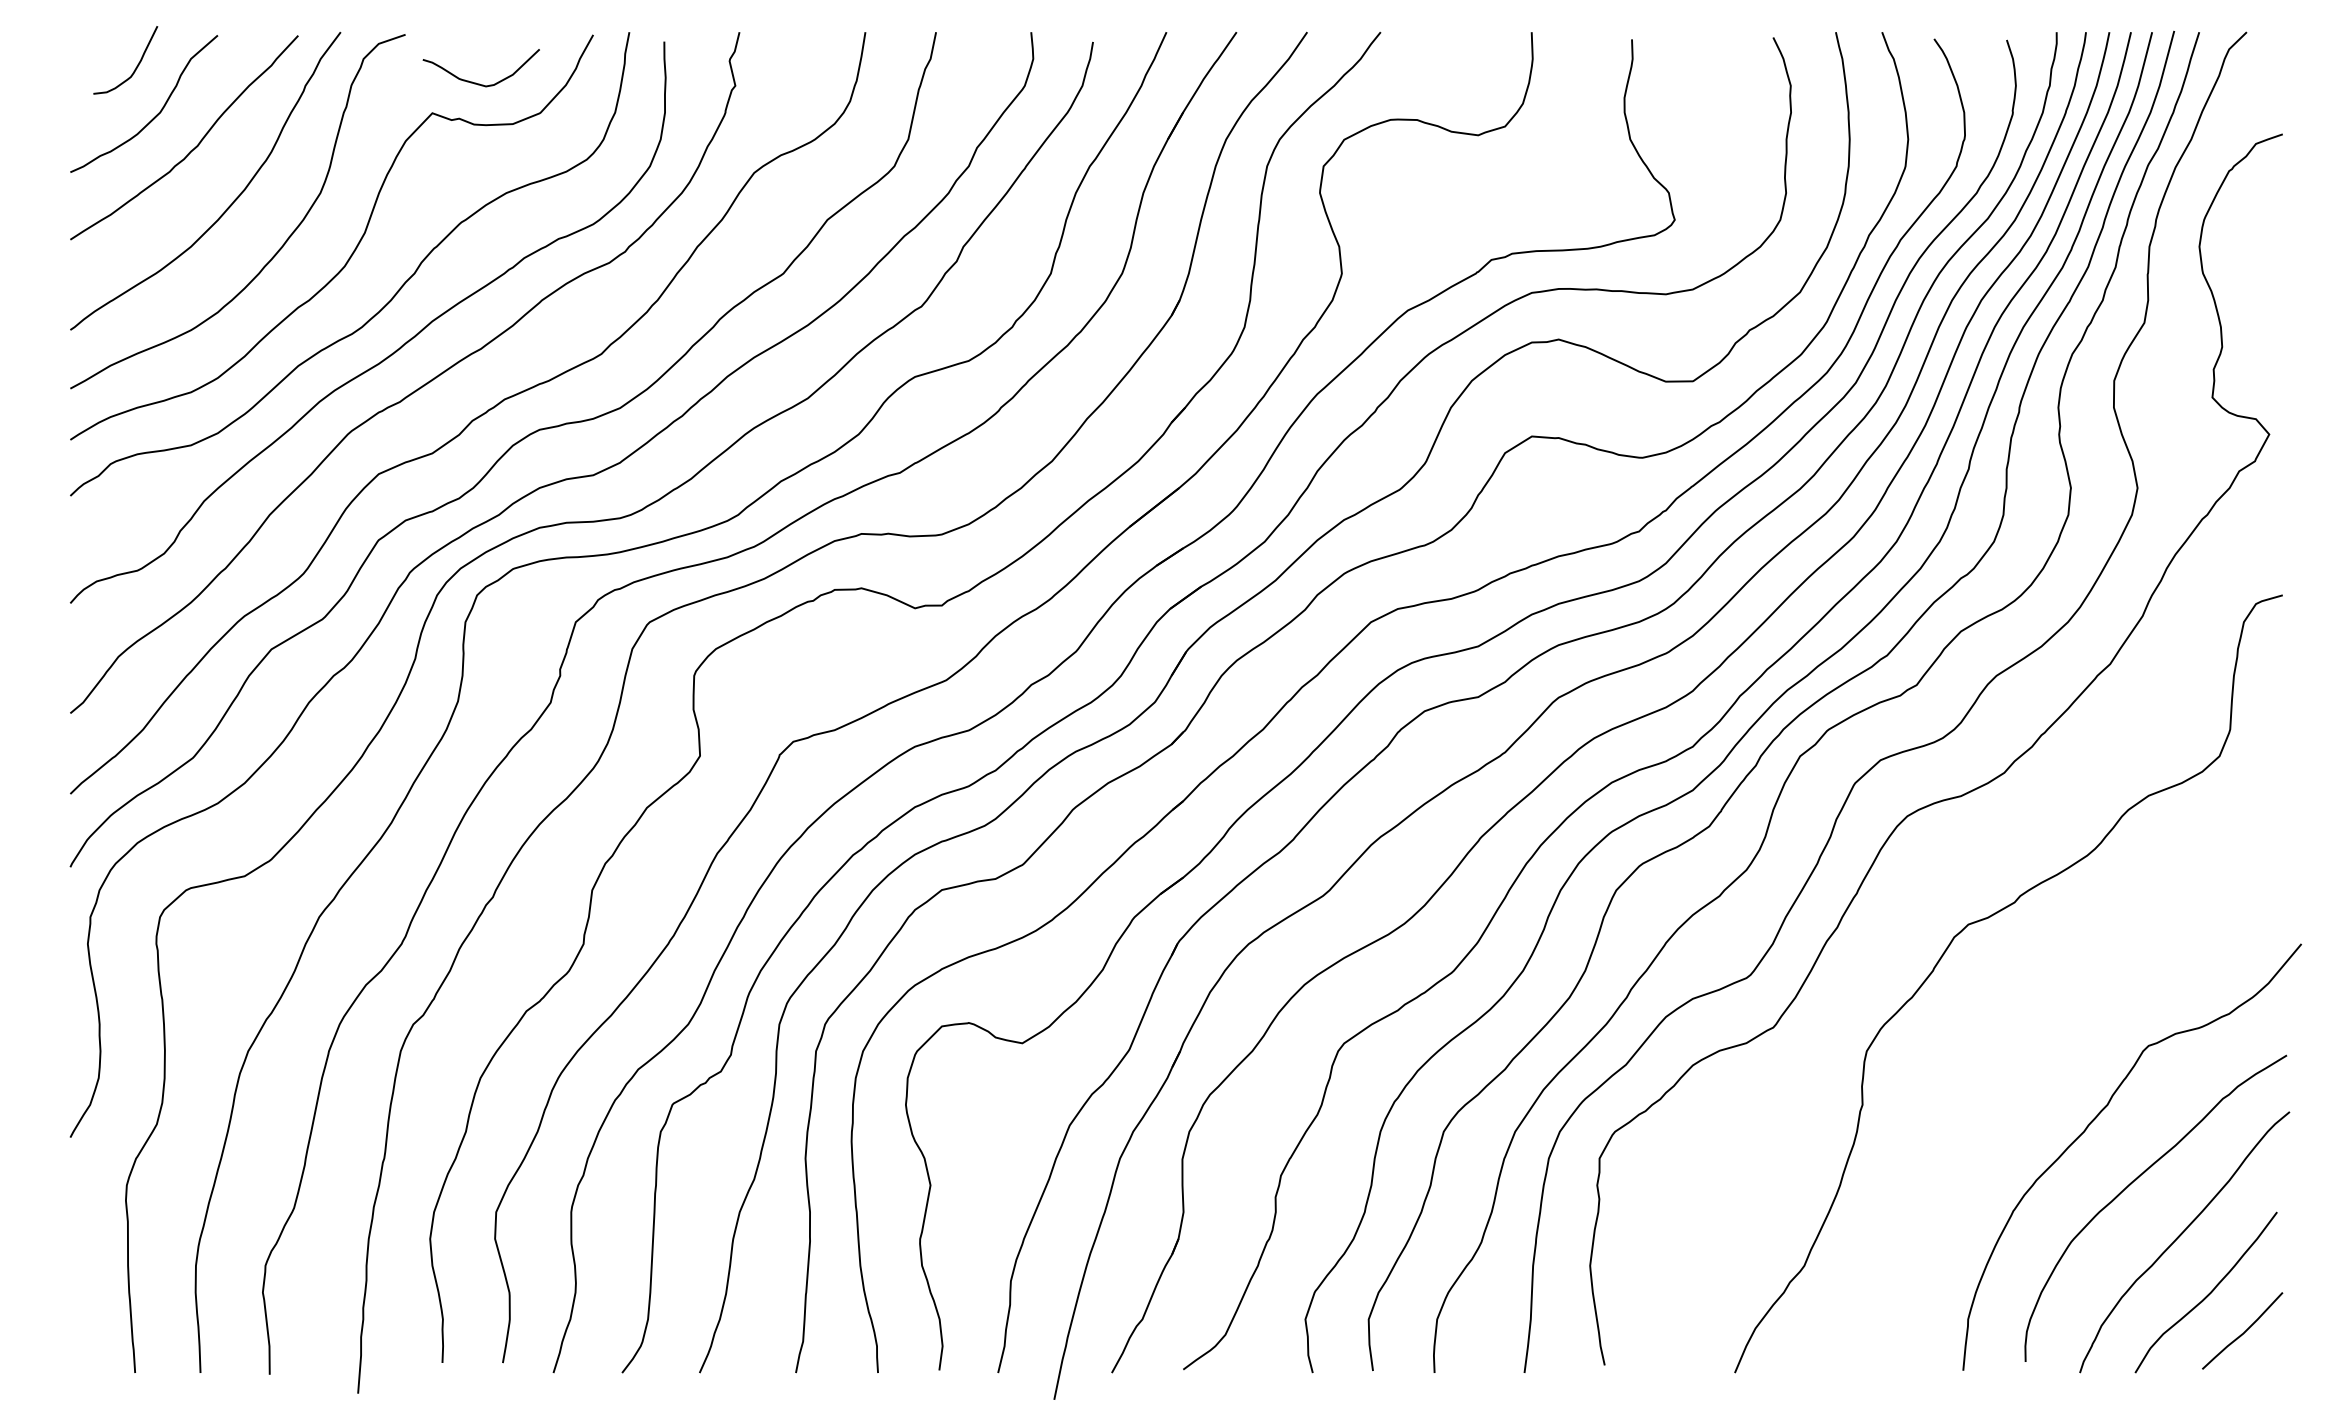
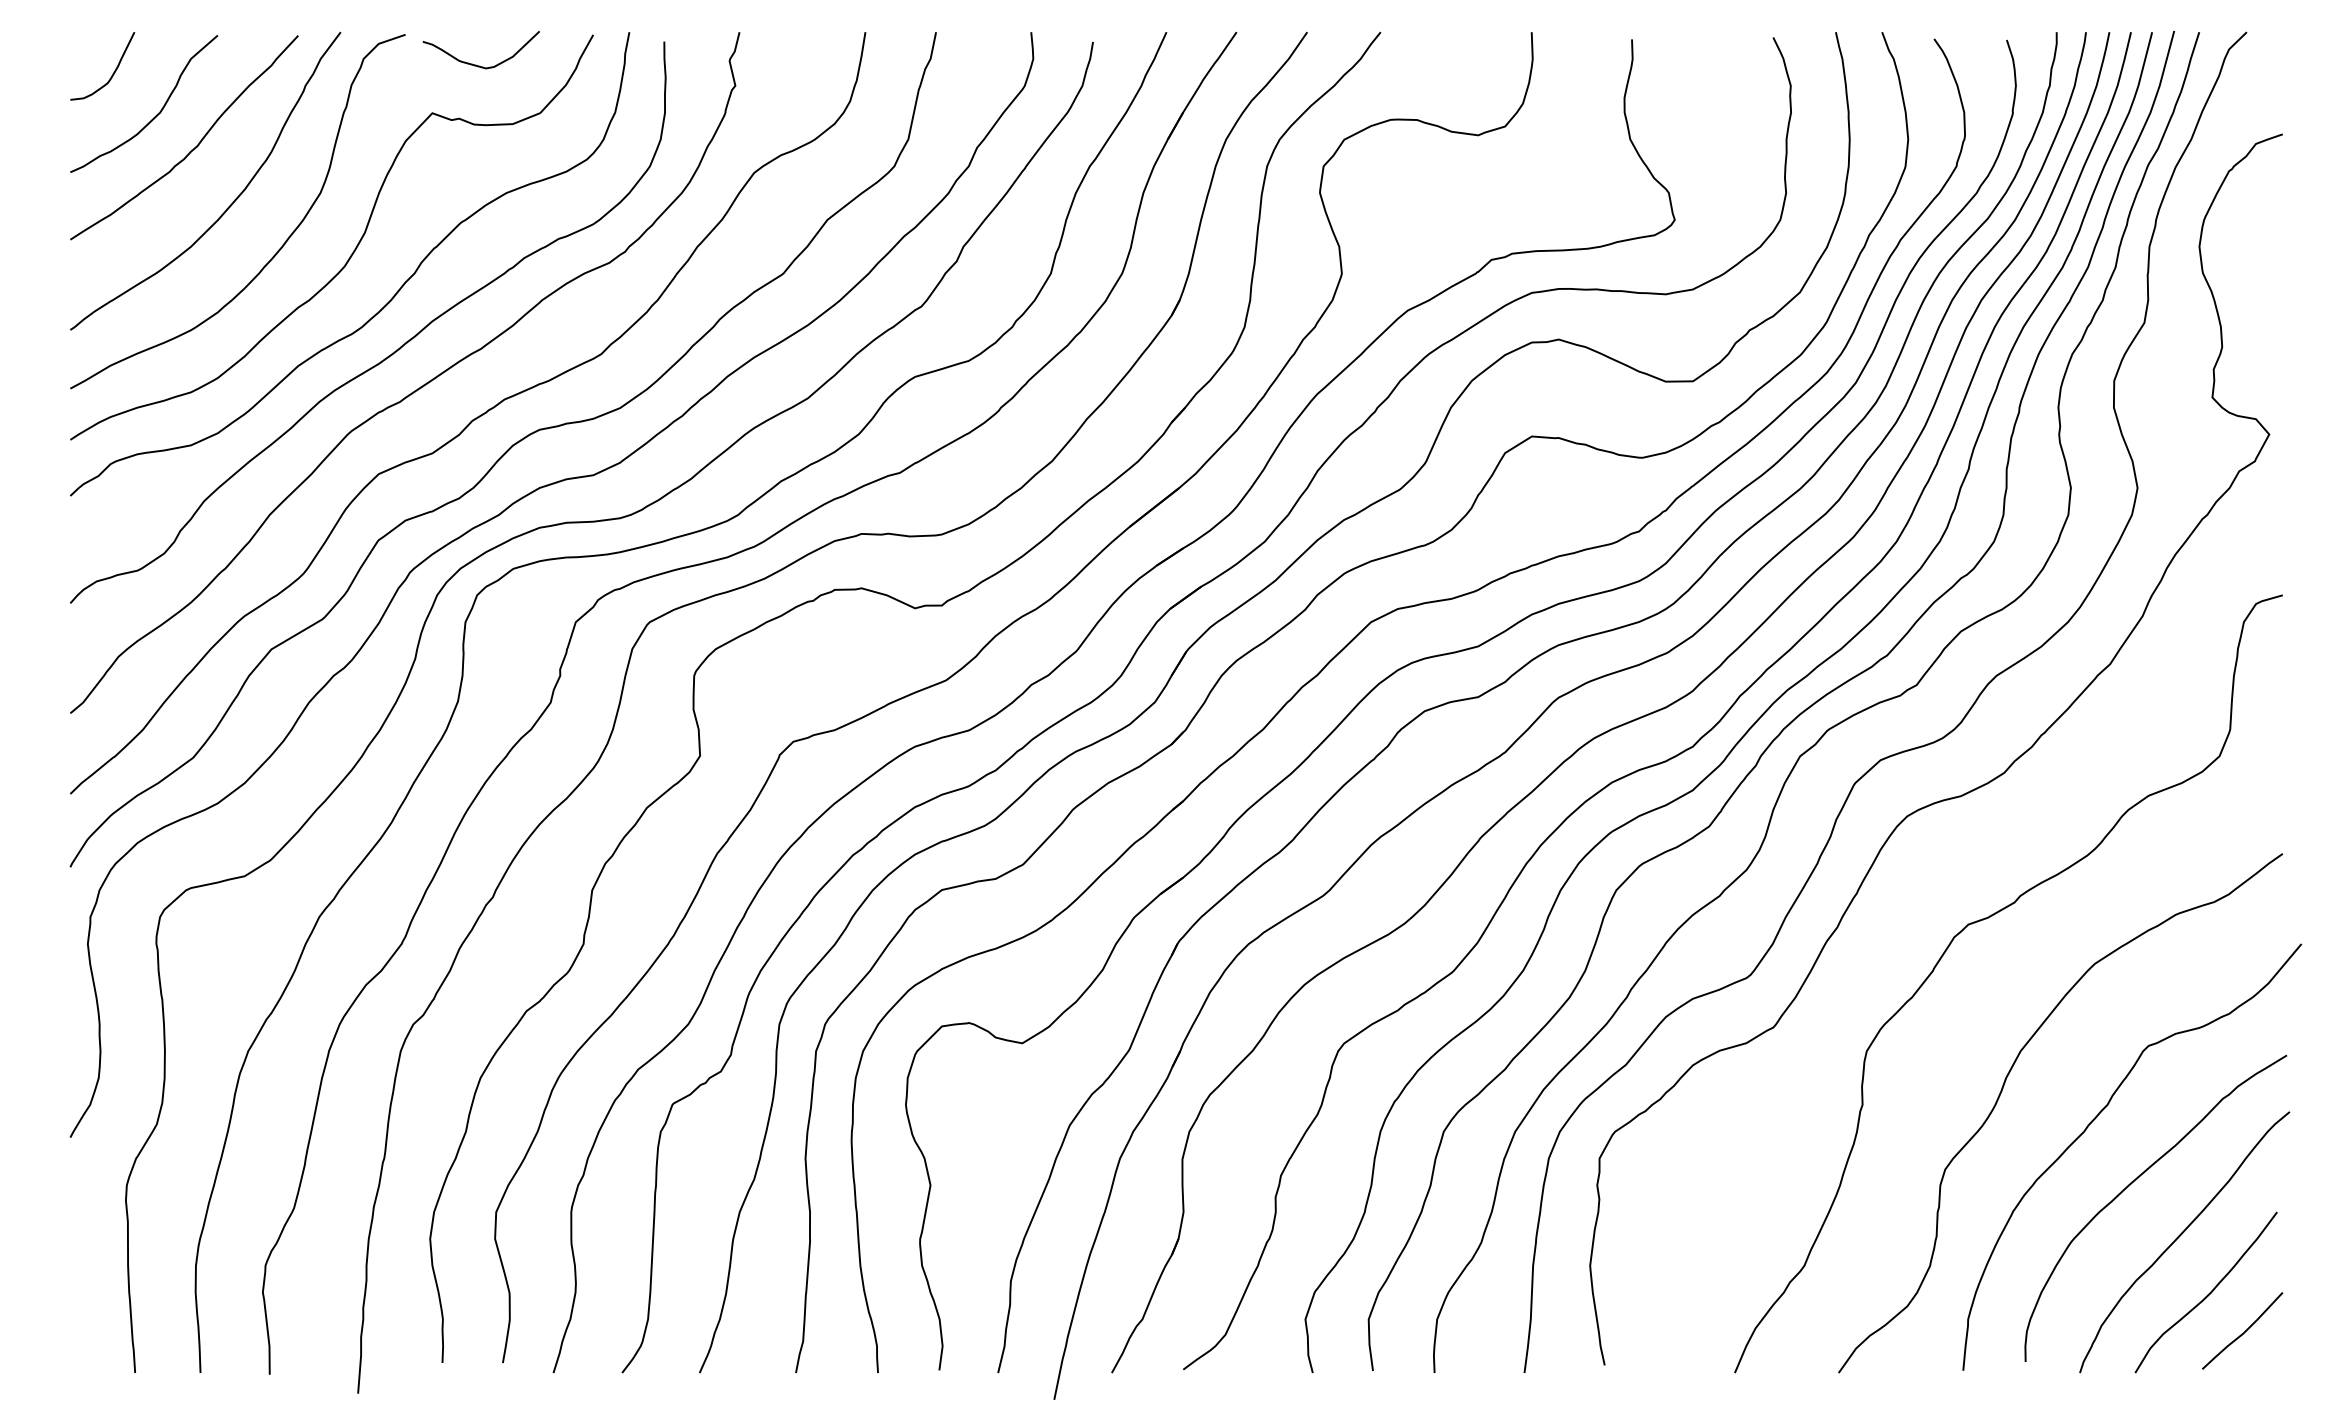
curve at (135, 67) position: (135, 67) -> (112, 73)
curve at (476, 82) position: (476, 82) -> (476, 64)
curve at (2002, 1091): none -> present
